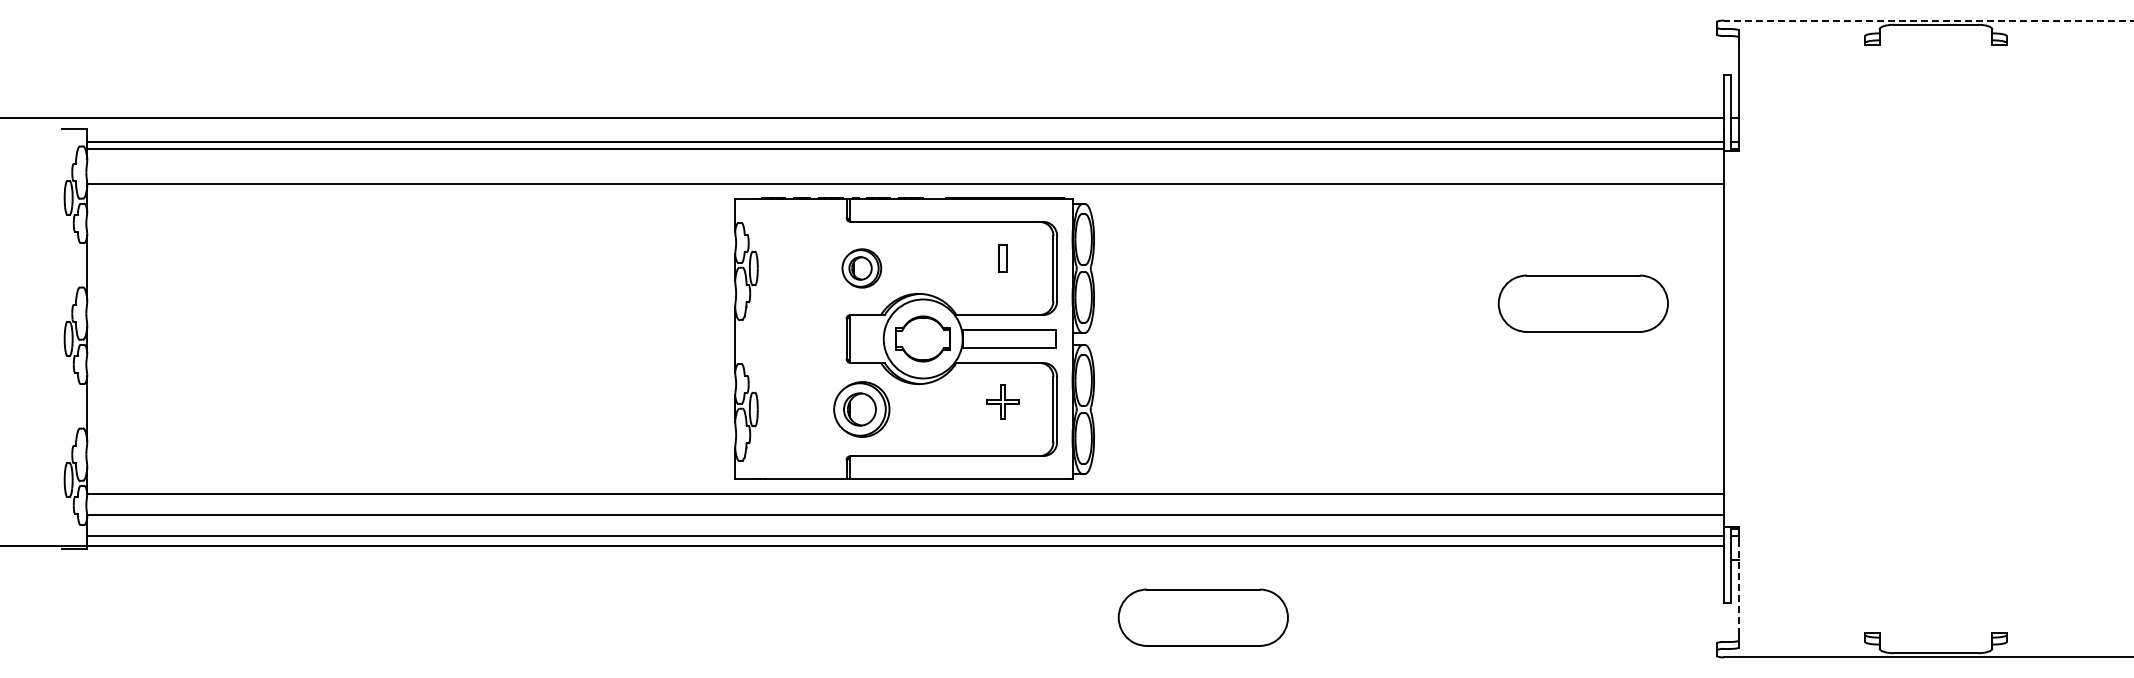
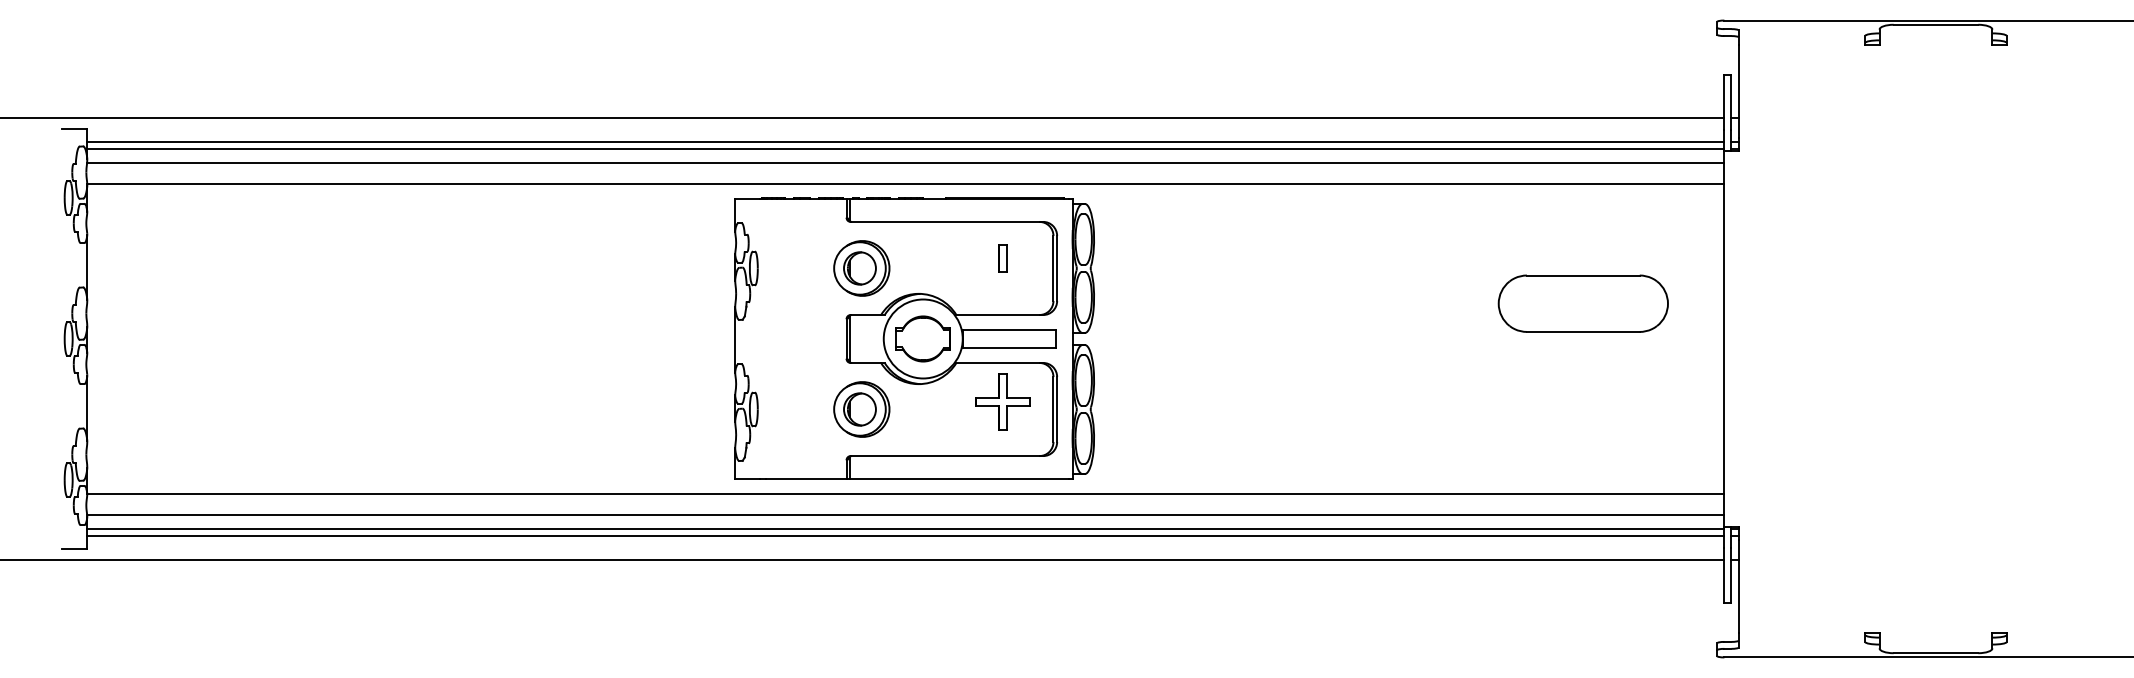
line at (1929, 20): dashed -> solid
line at (905, 162): none -> present
part at (861, 268) size: 42x41 px -> 58x57 px
part at (1002, 401) size: 34x36 px -> 56x58 px
line at (905, 529): none -> present
line at (863, 546) position: (863, 546) -> (863, 560)
line at (1738, 586): dashed -> solid
part at (1202, 617): present -> none
